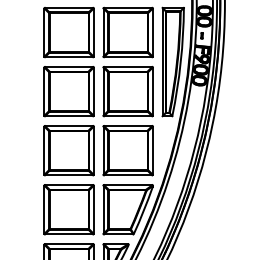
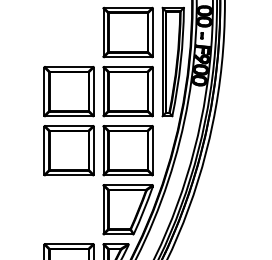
part at (68, 32): present -> none
part at (68, 209): present -> none
